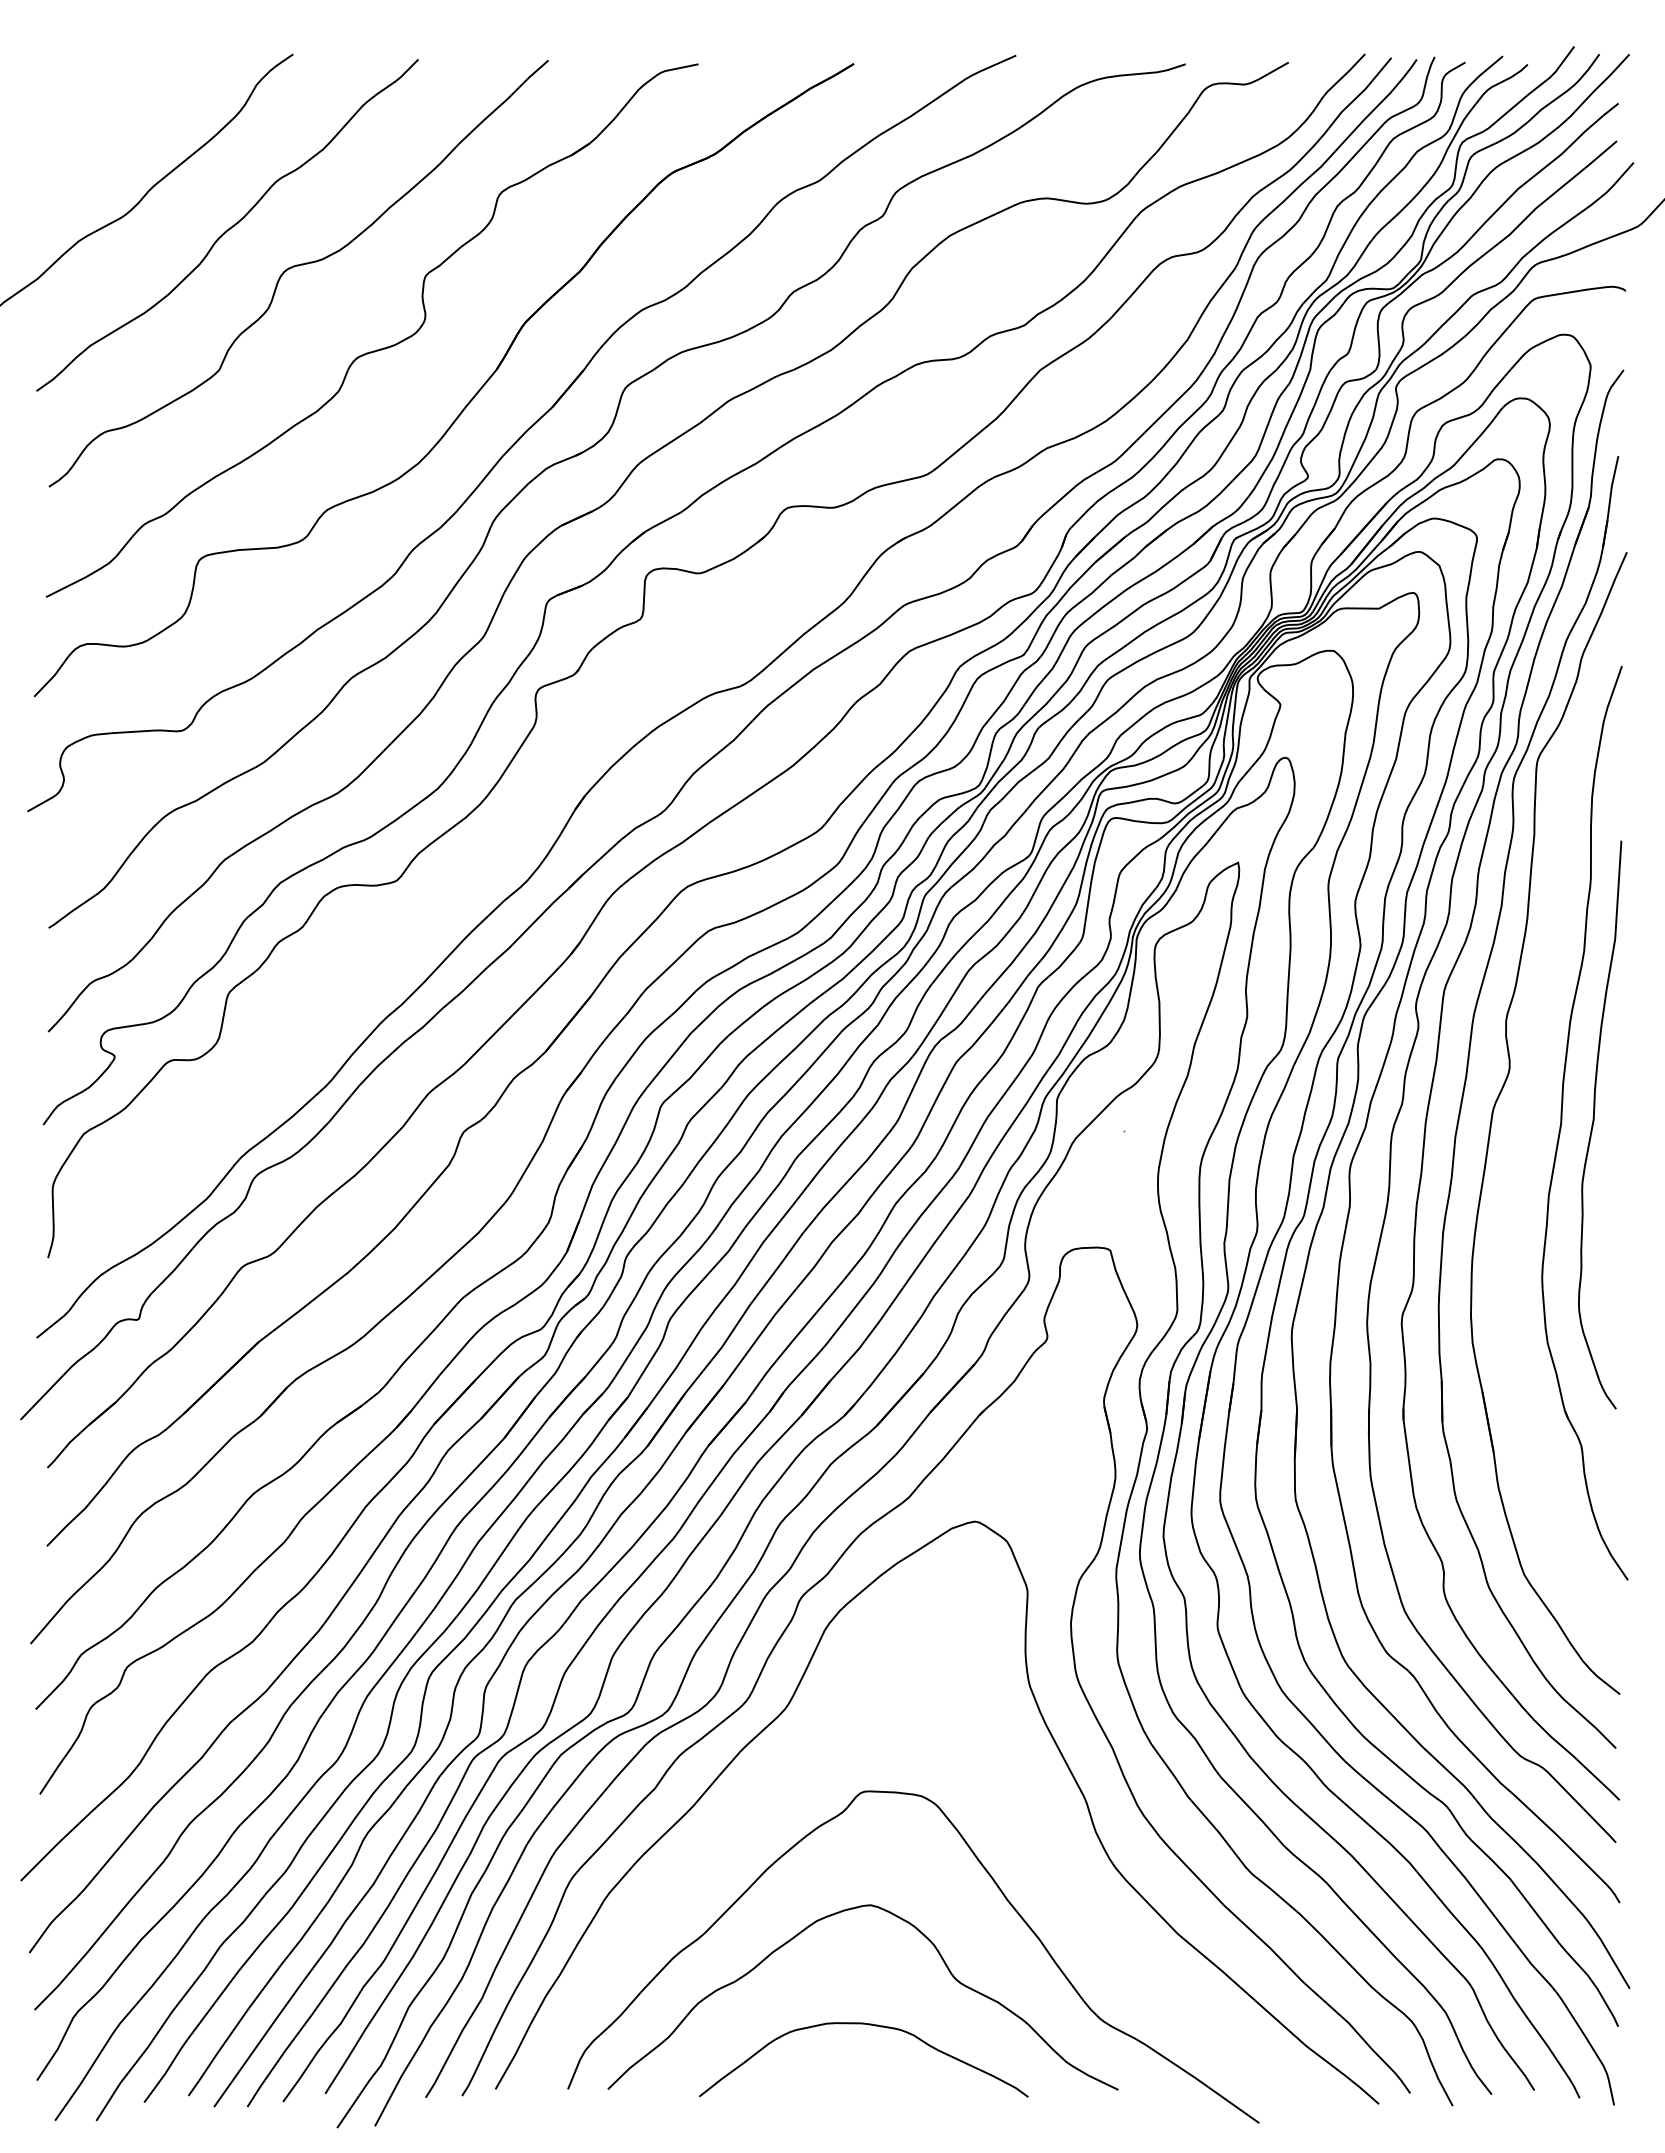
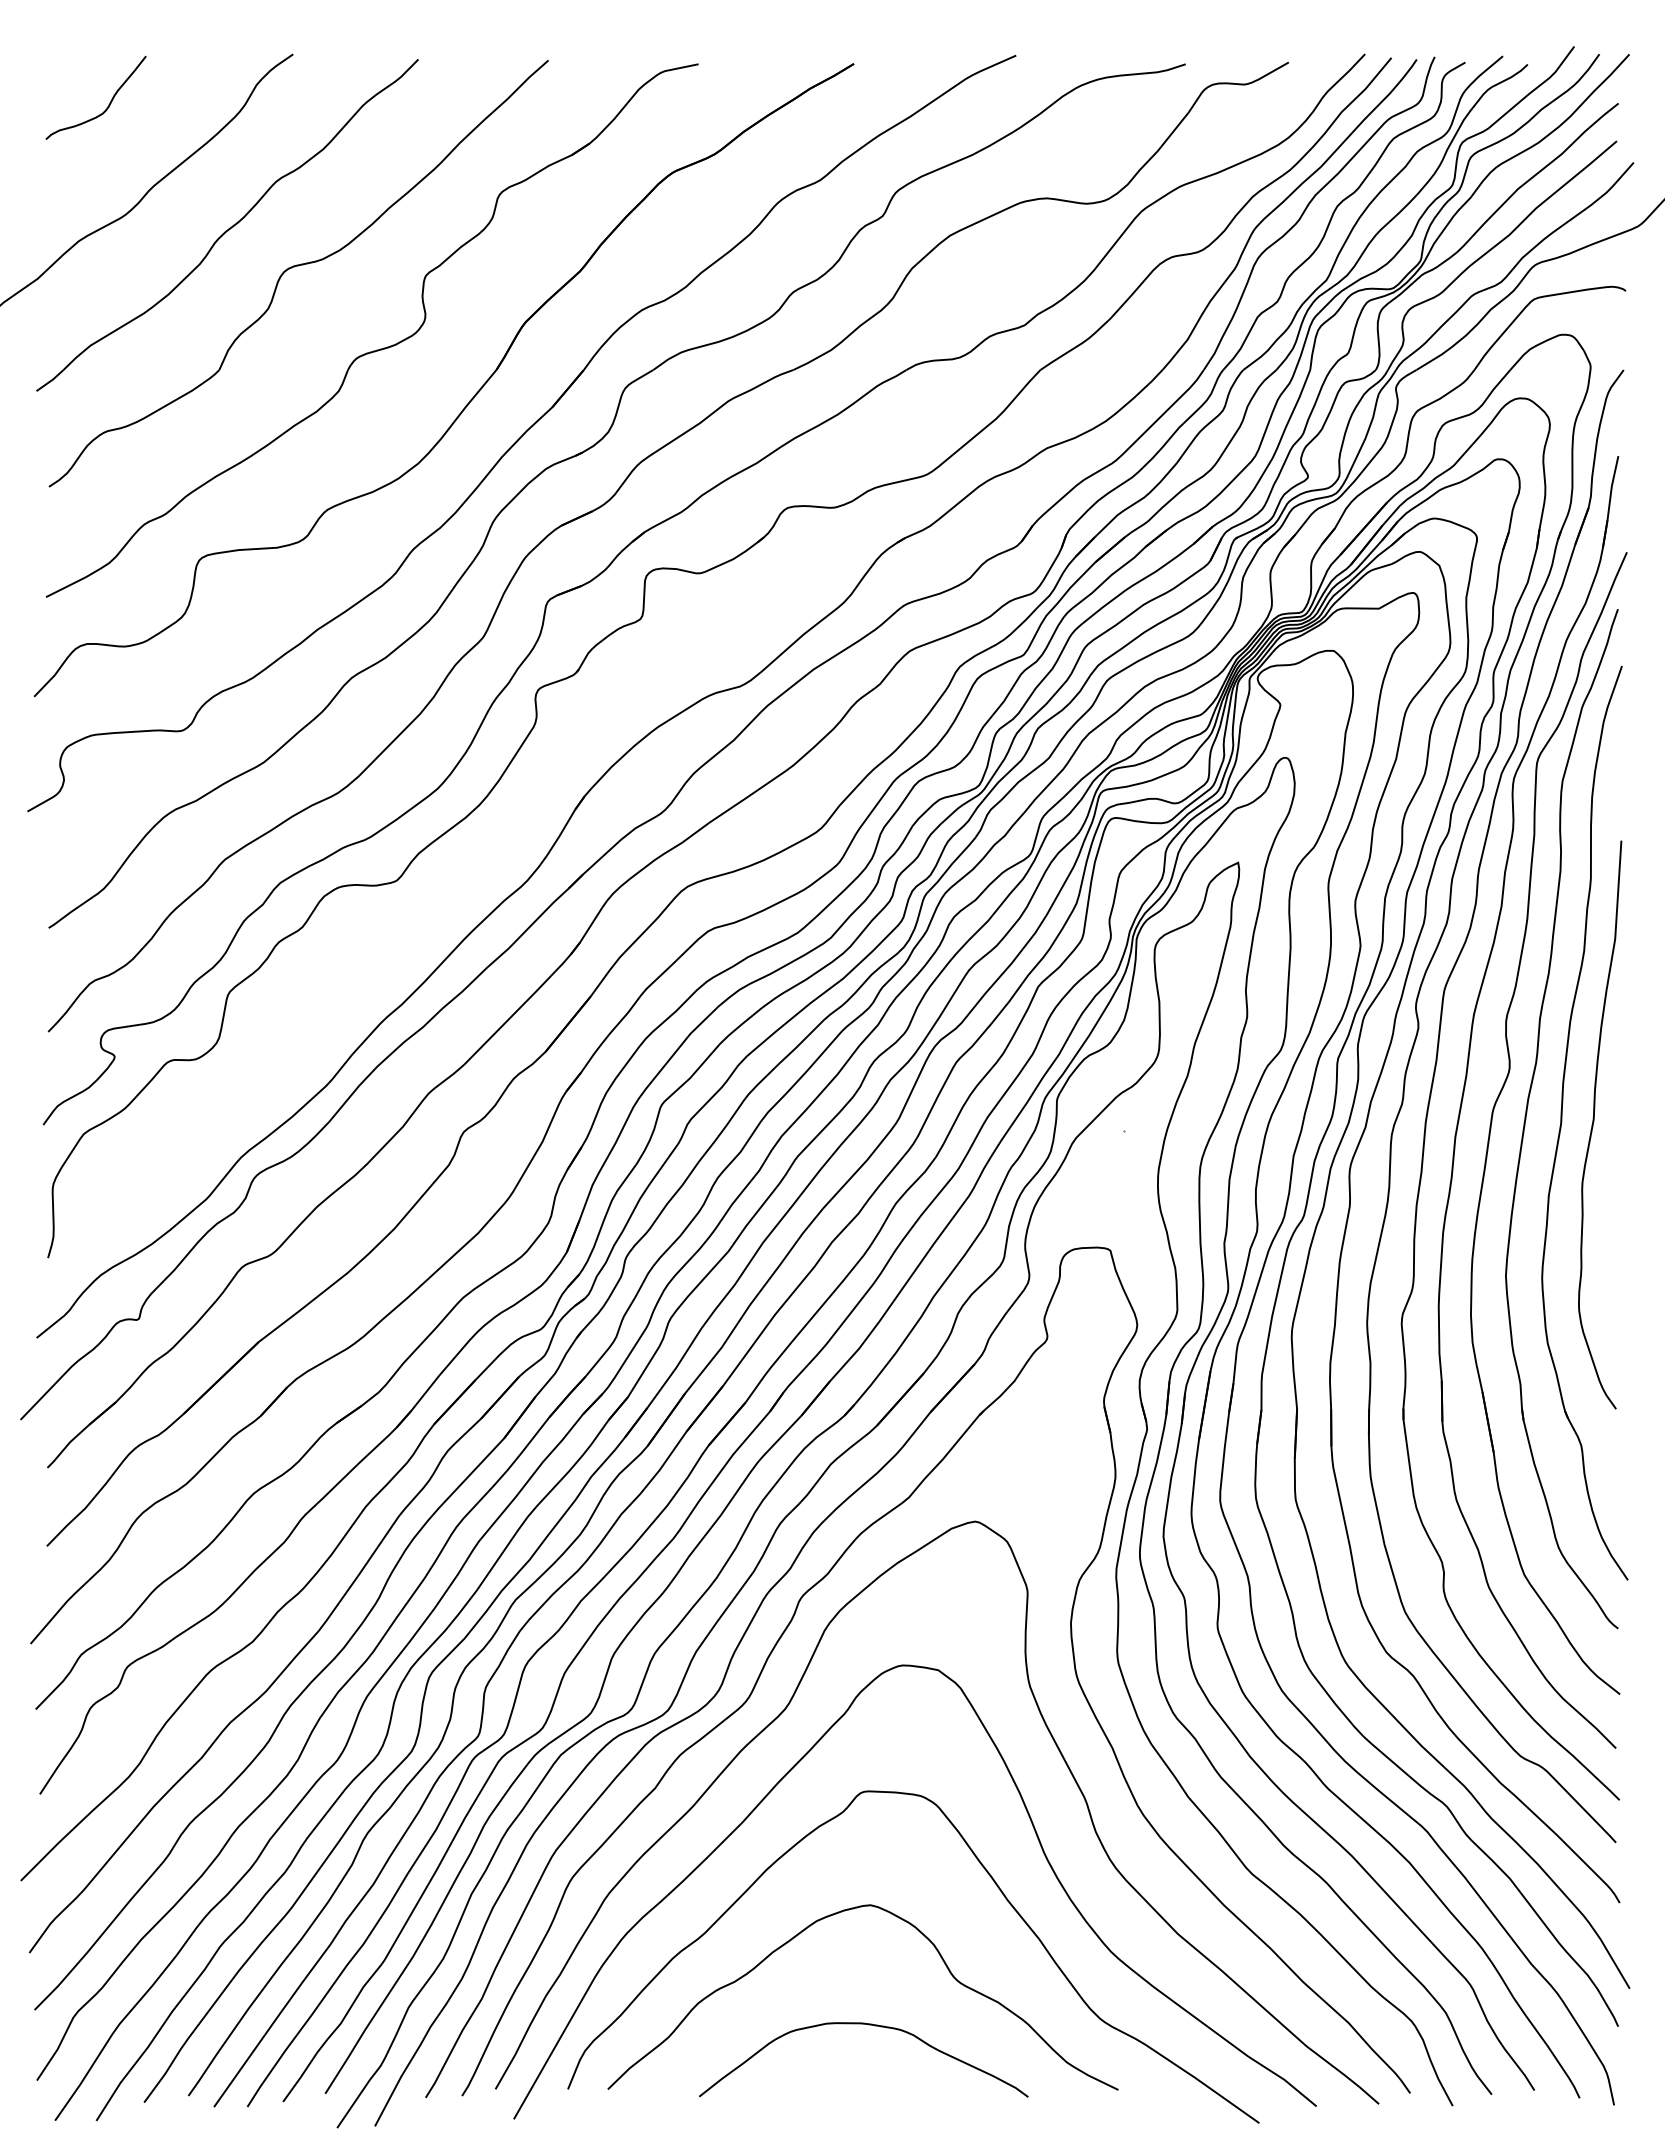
curve at (108, 104): none -> present
part at (1527, 1113): none -> present
curve at (1037, 1839): none -> present
